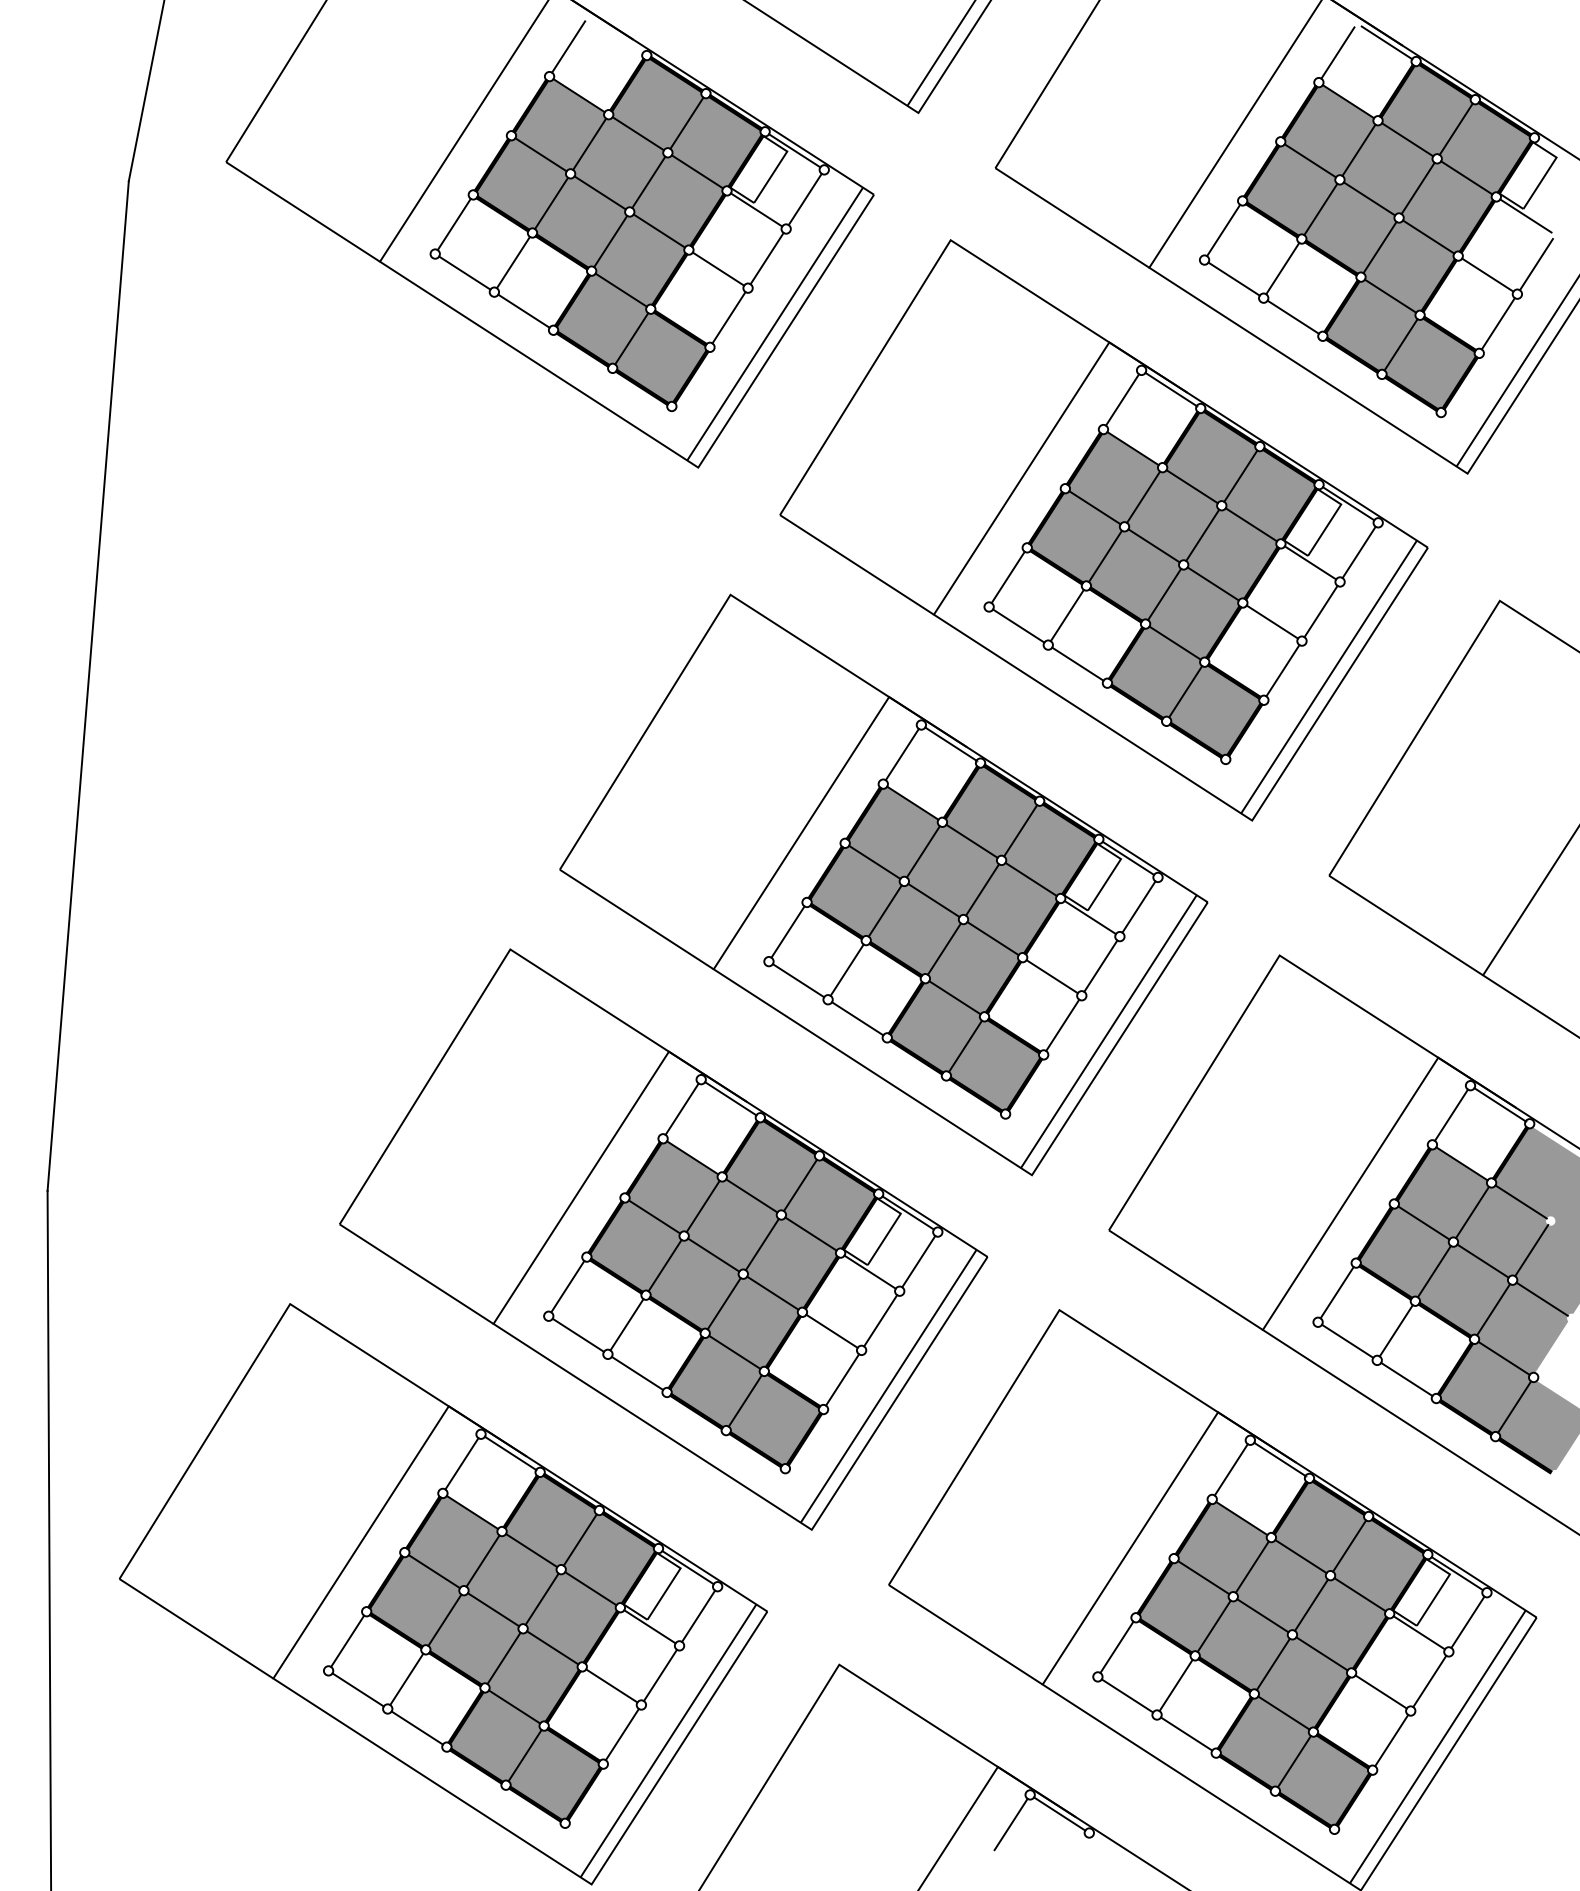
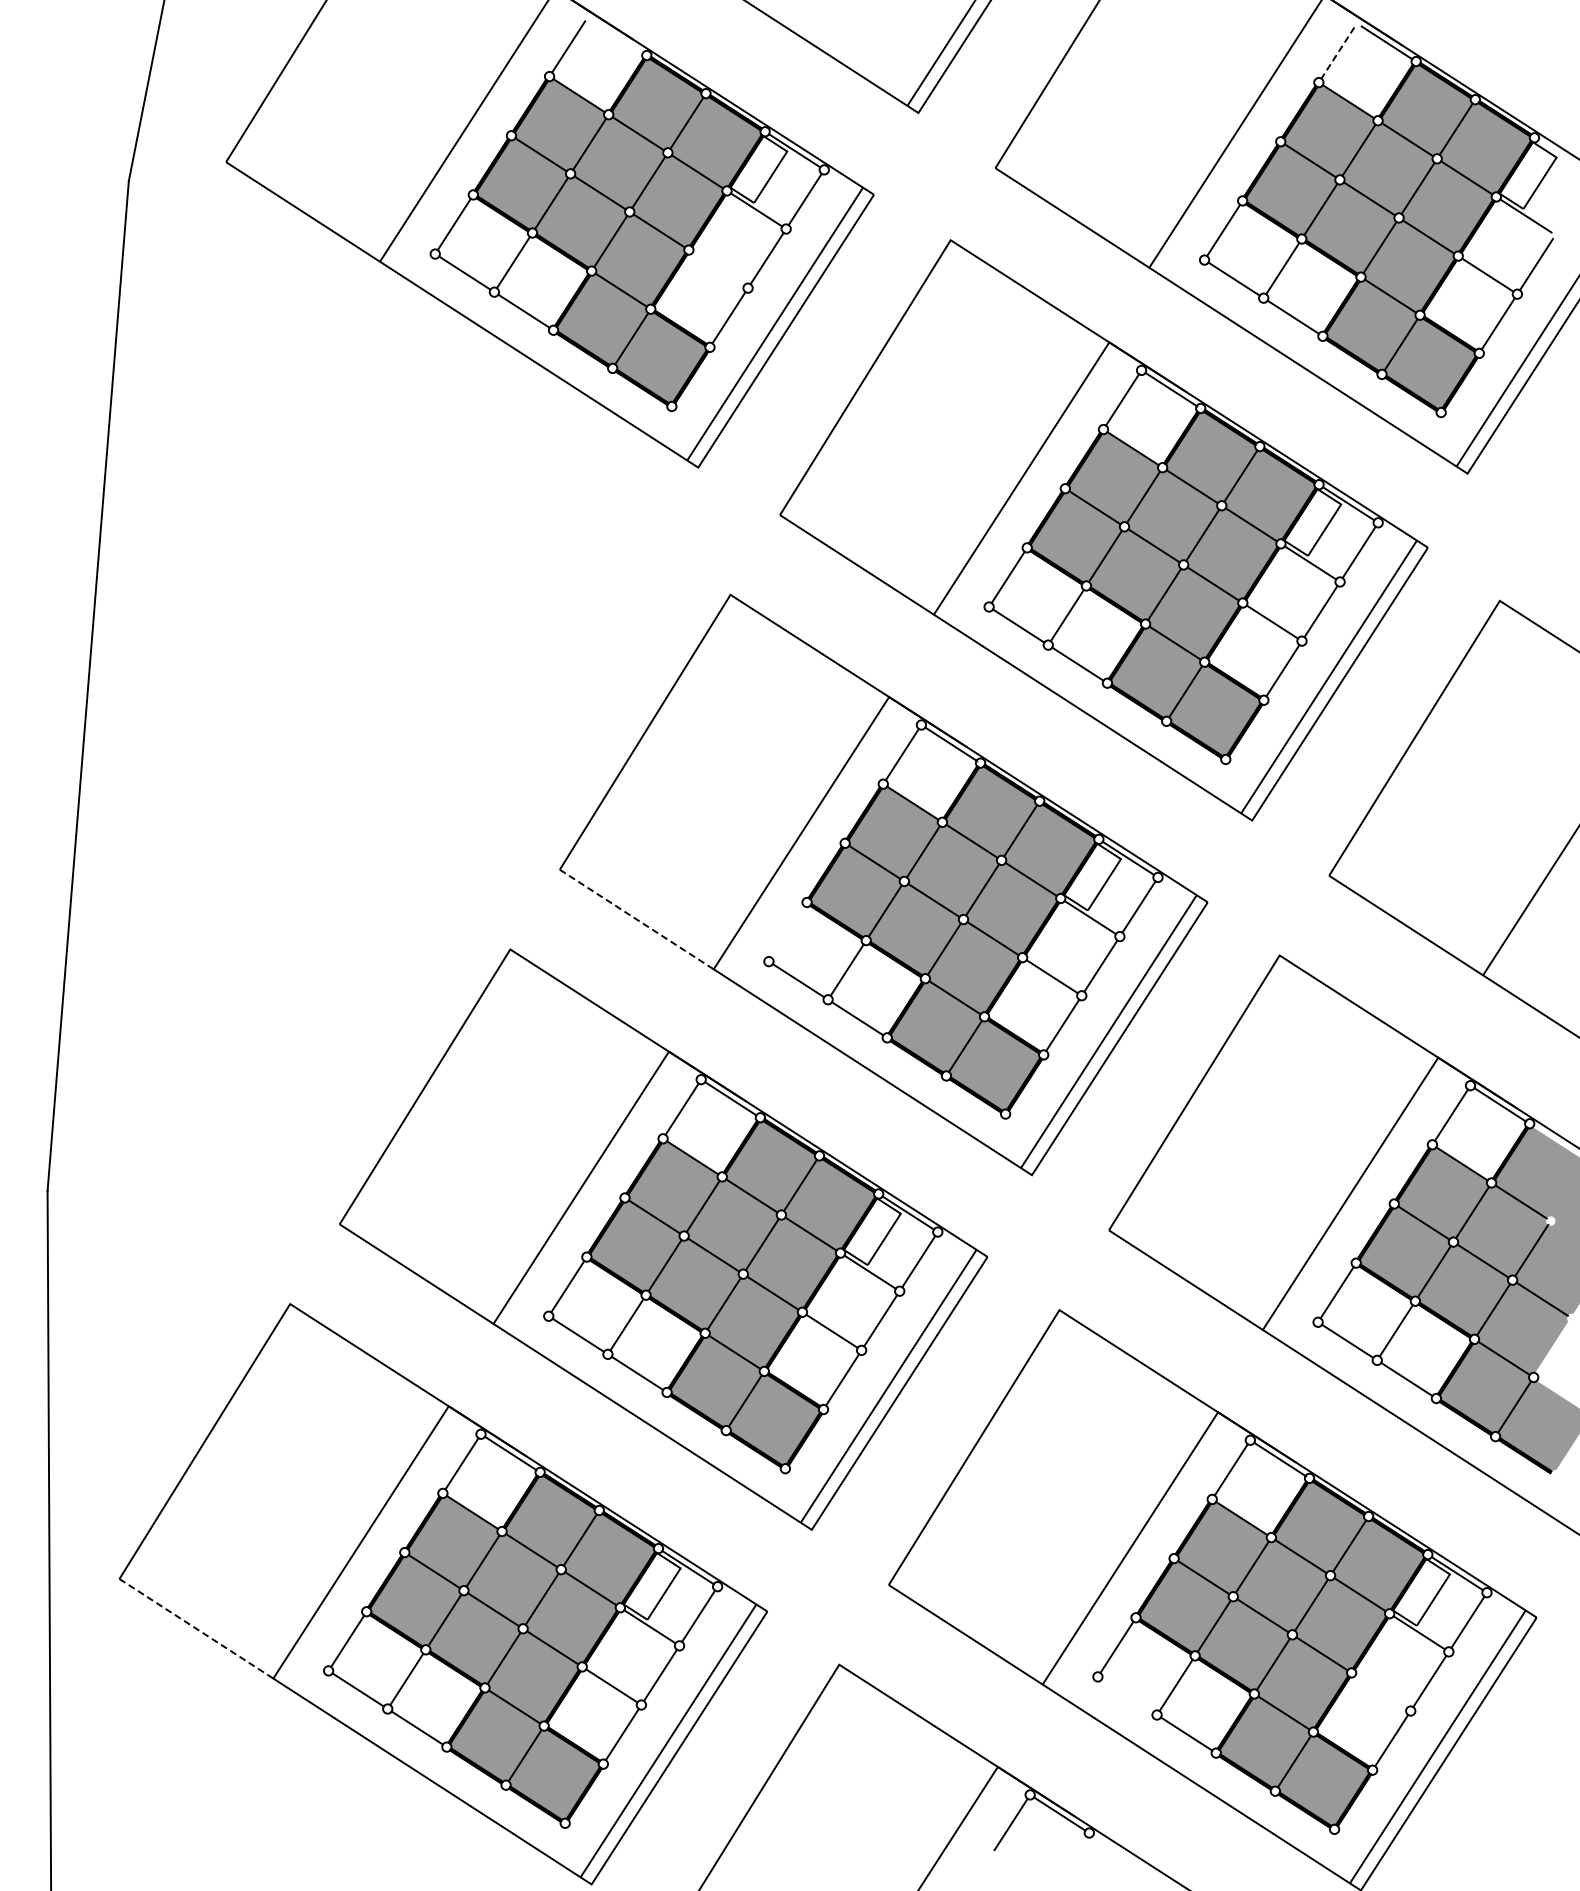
line at (1337, 53): solid -> dashed
line at (718, 268): present -> none
line at (636, 919): solid -> dashed
line at (787, 931): present -> none
line at (196, 1628): solid -> dashed
line at (1380, 1691): present -> none
line at (1127, 1695): present -> none
